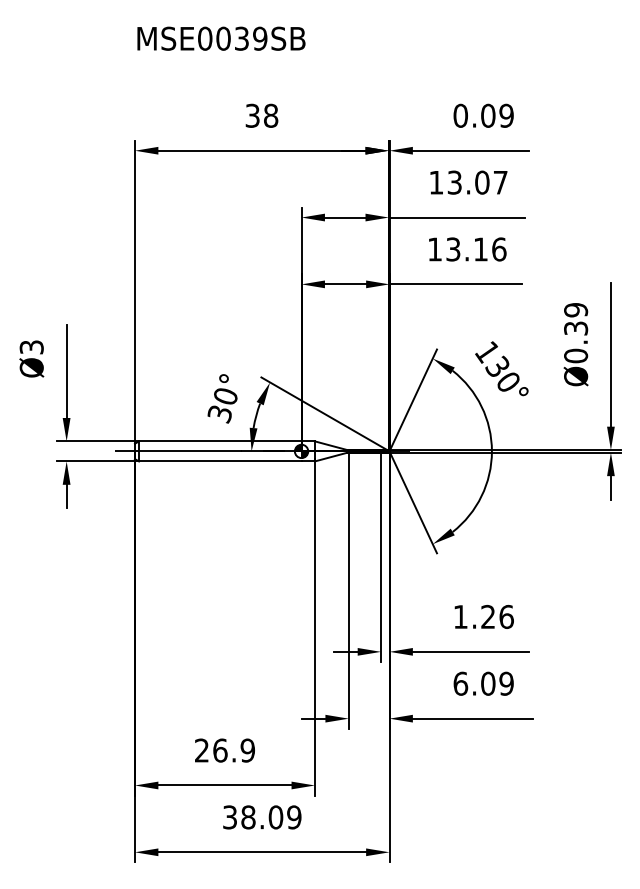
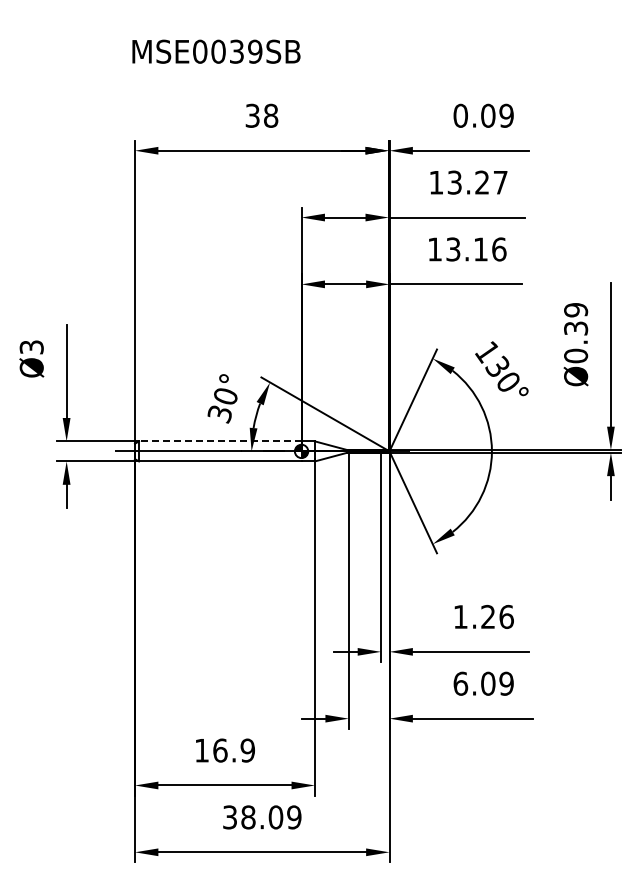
text at (221, 38) position: (221, 38) -> (216, 51)
text at (482, 182): 13.07 -> 13.27
line at (219, 441): solid -> dashed
text at (201, 750): 26.9 -> 16.9
